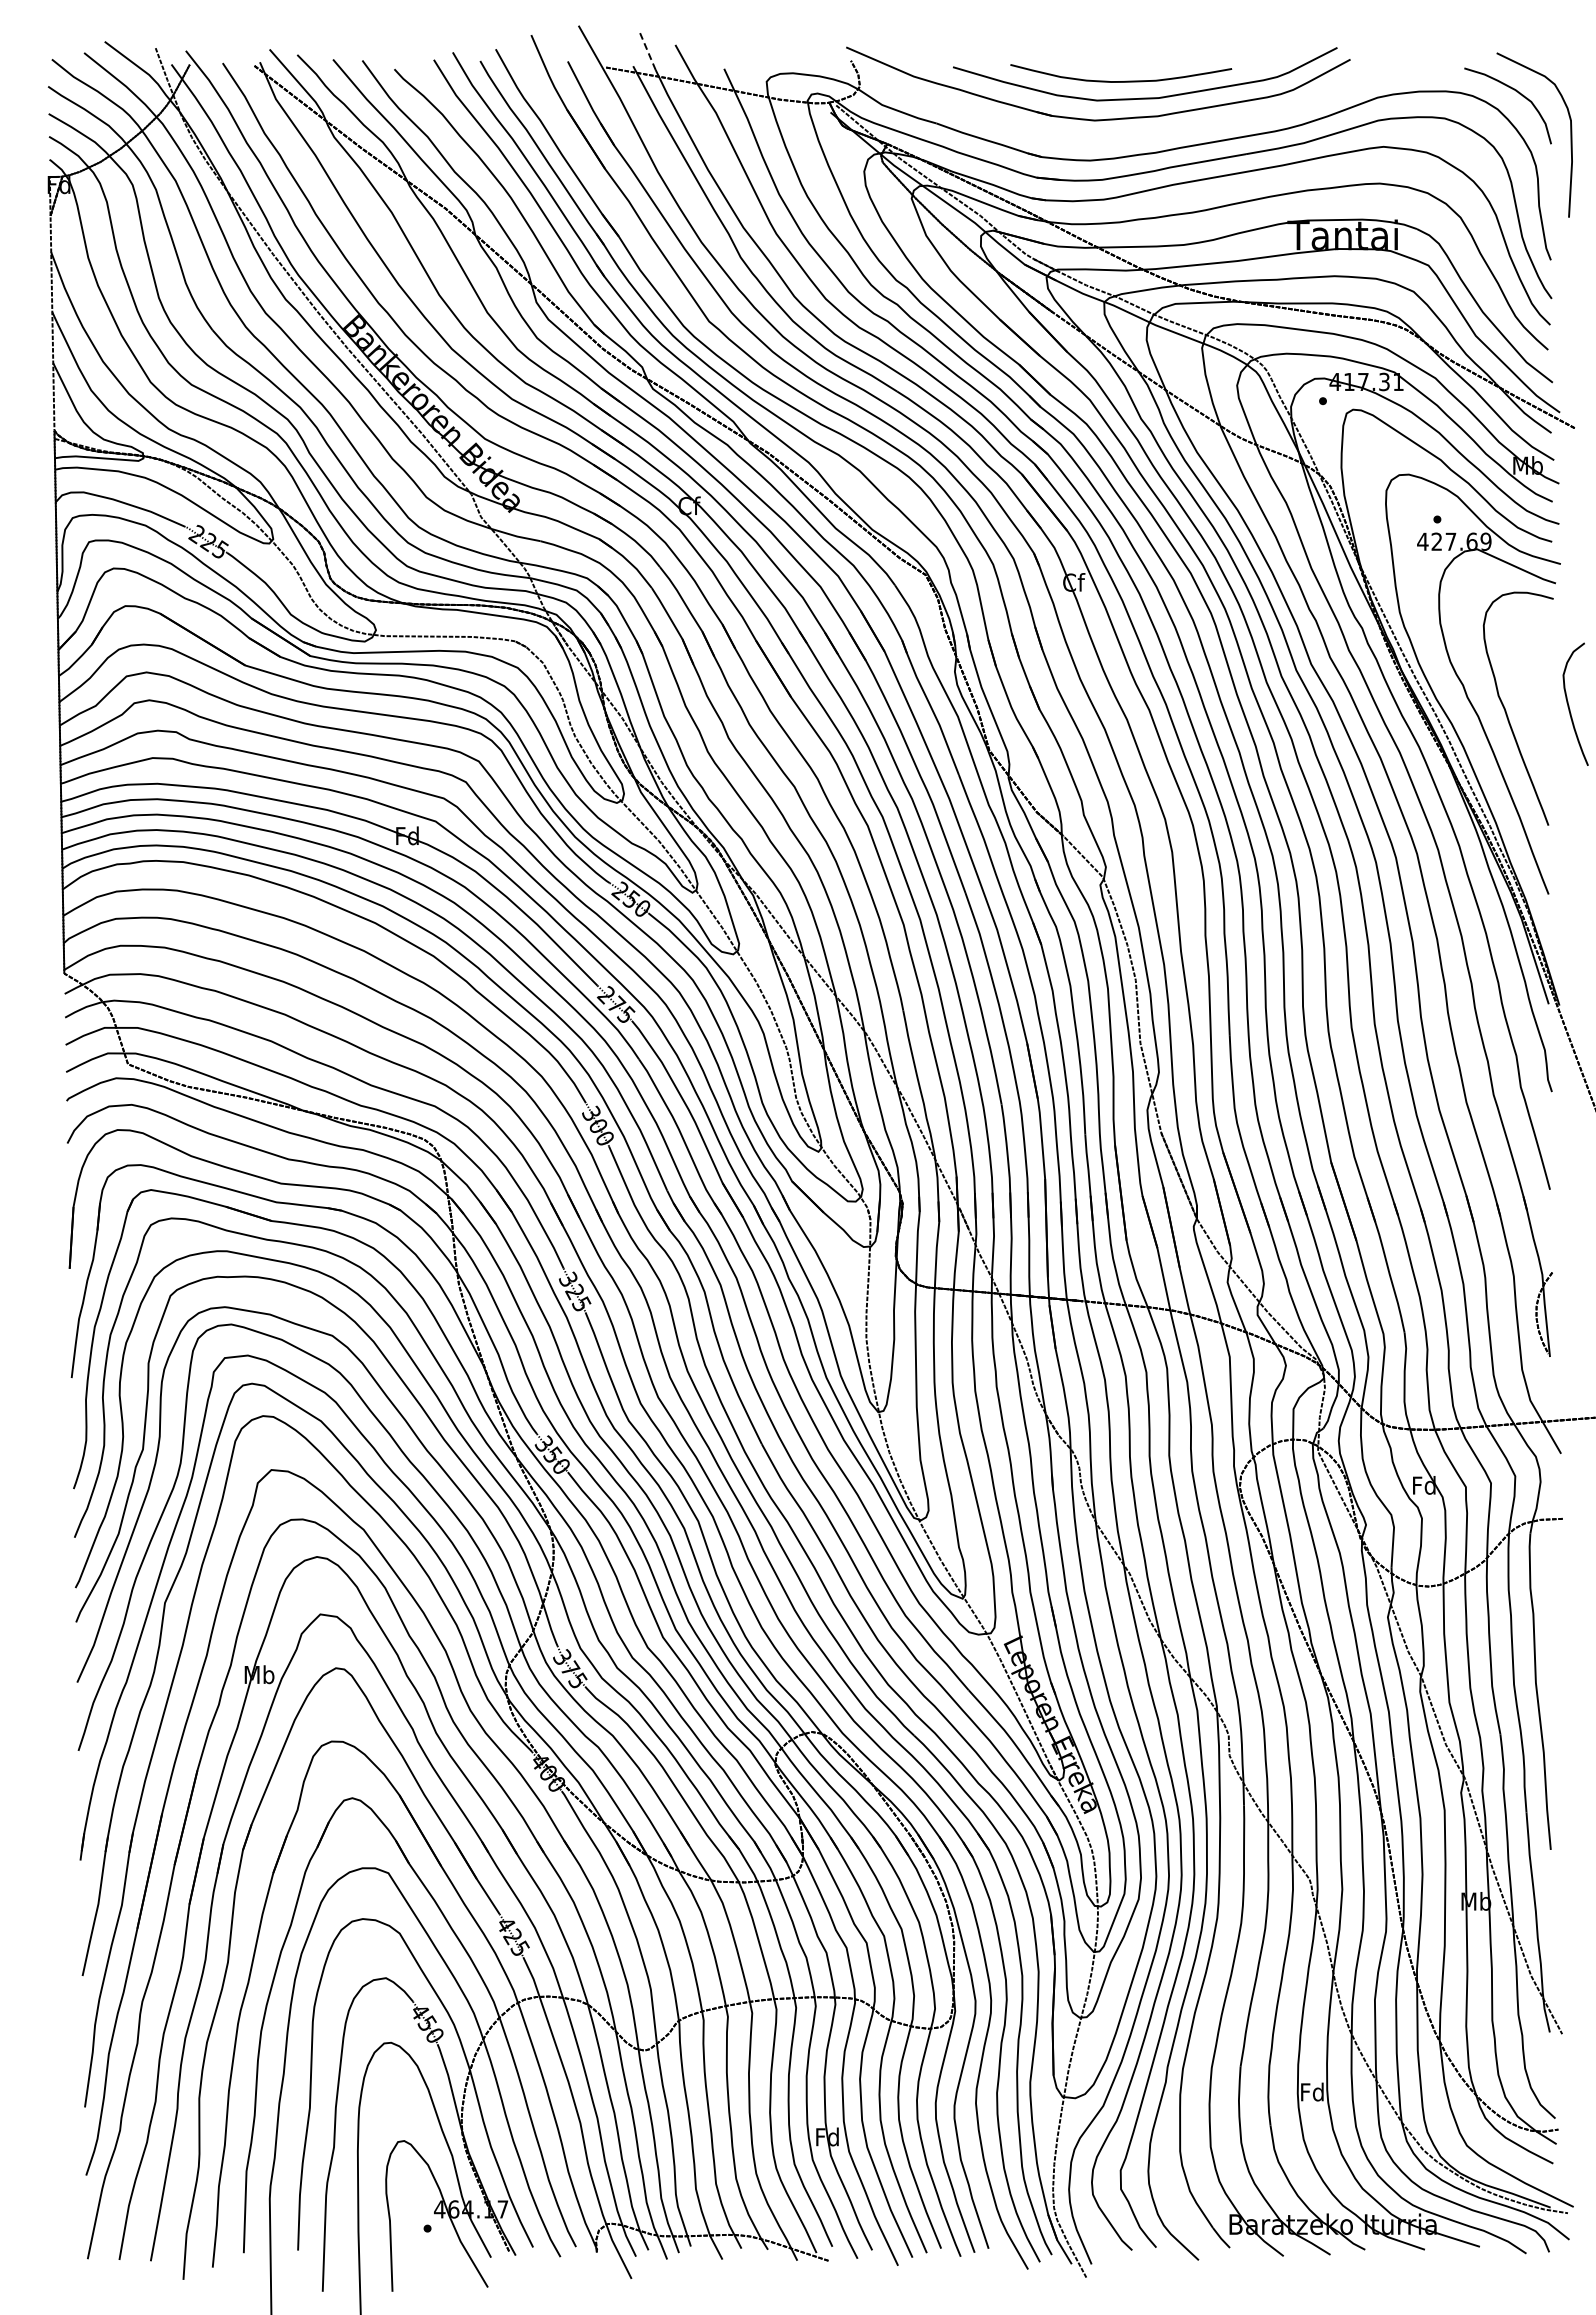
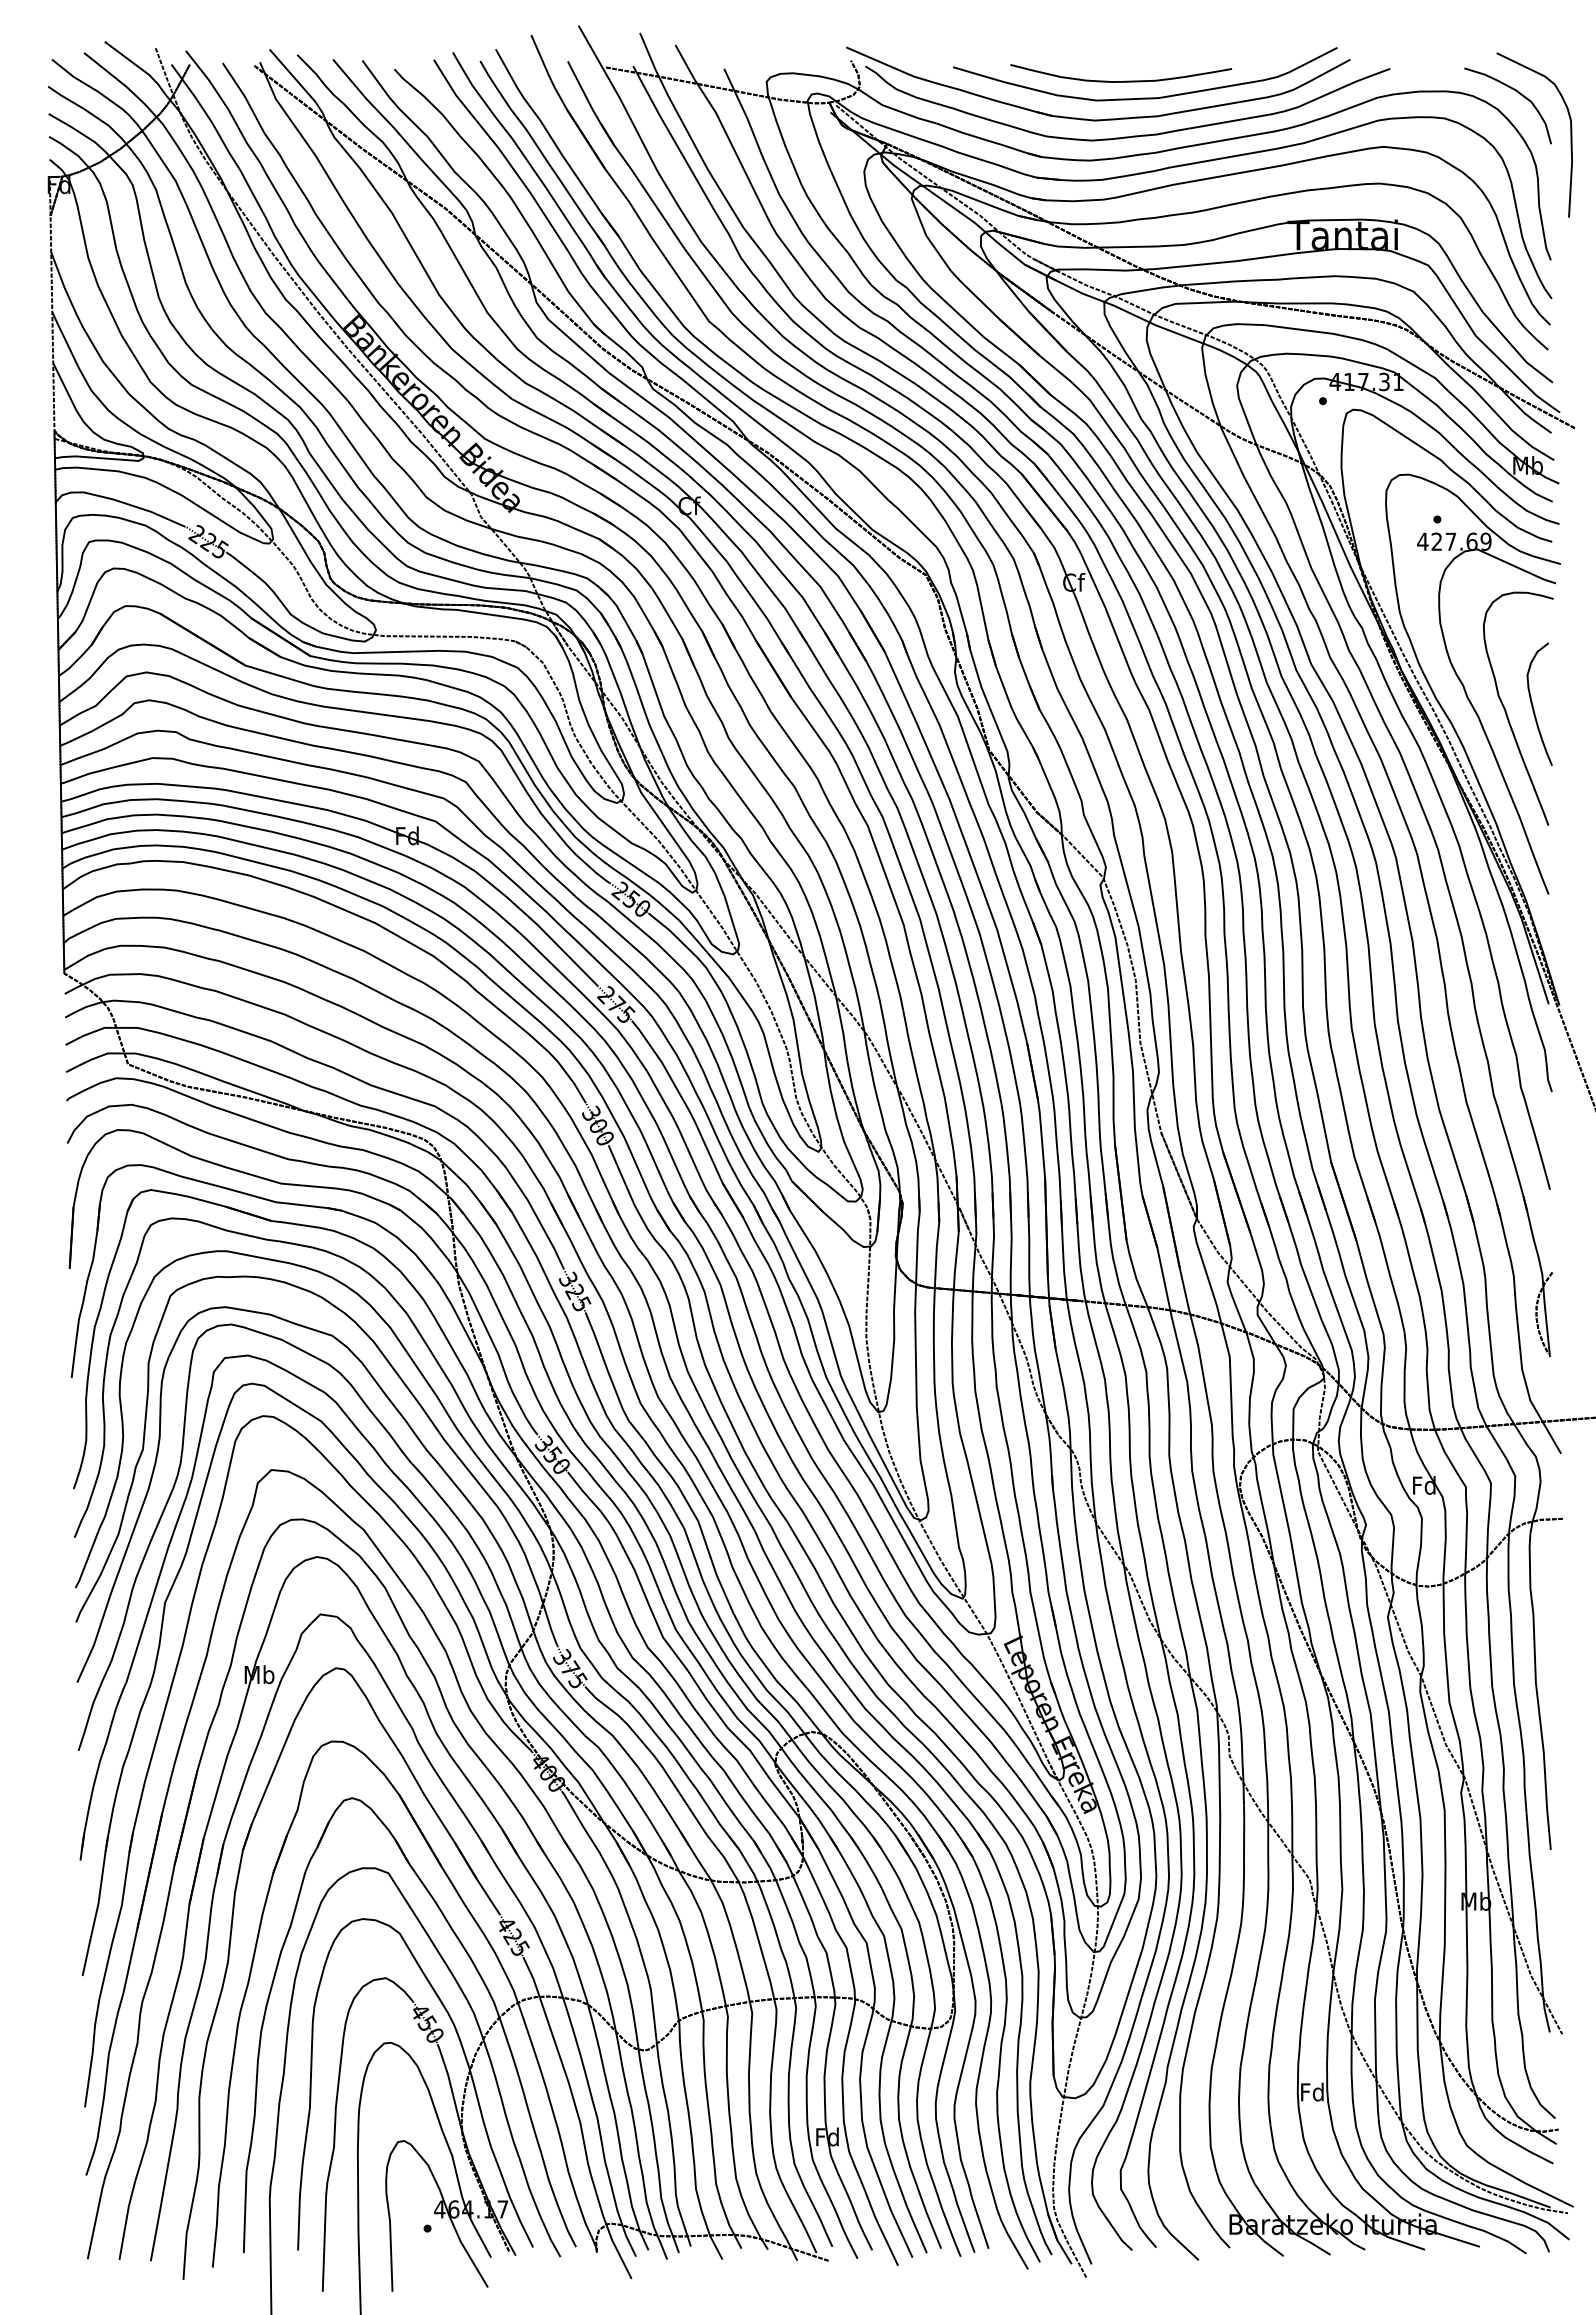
line at (647, 50): dashed -> solid
part at (1132, 135): none -> present
curve at (1569, 705) position: (1569, 705) -> (1533, 705)
